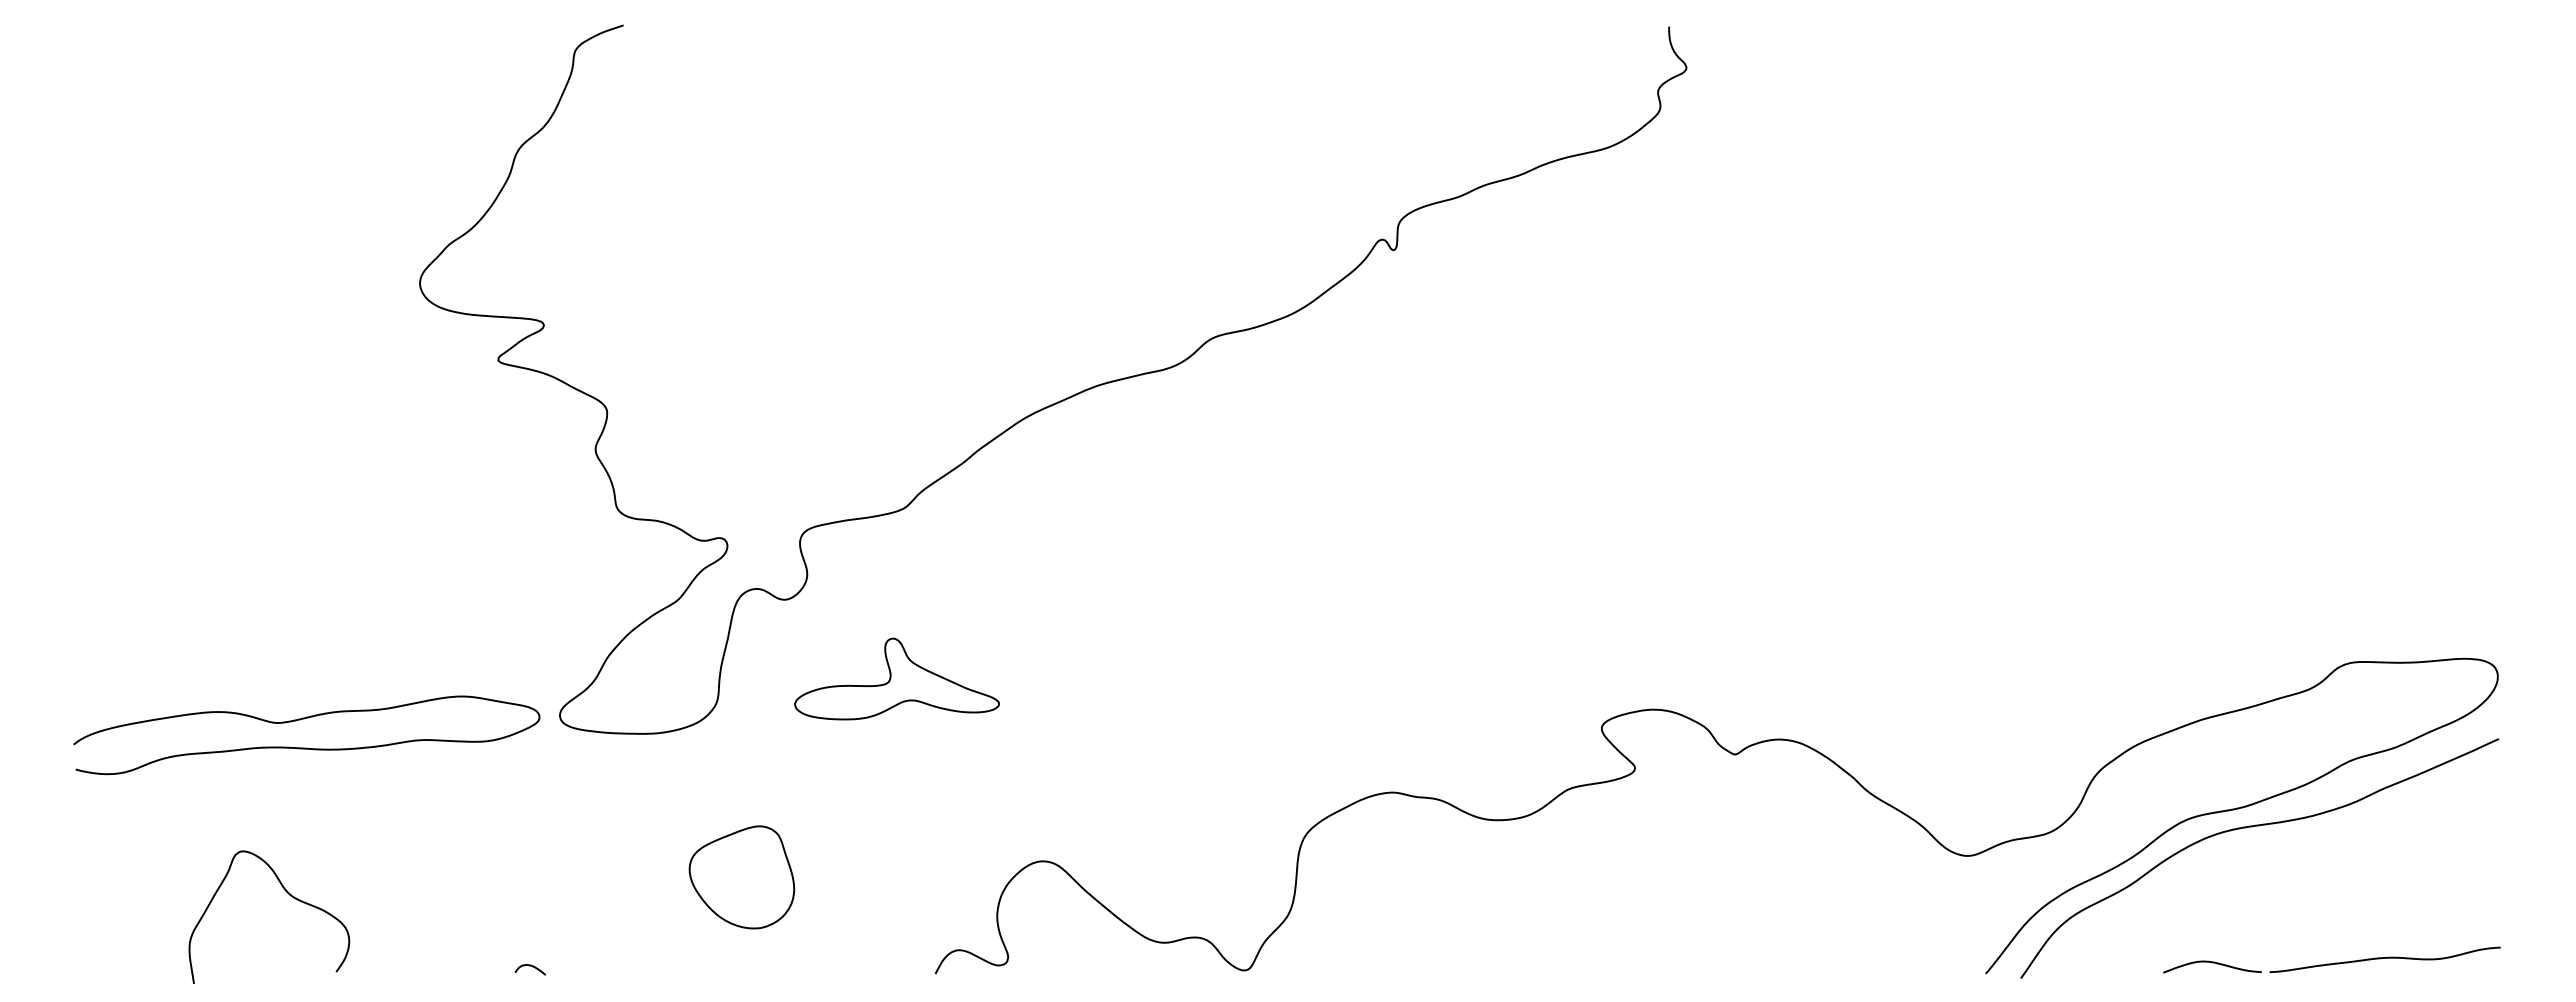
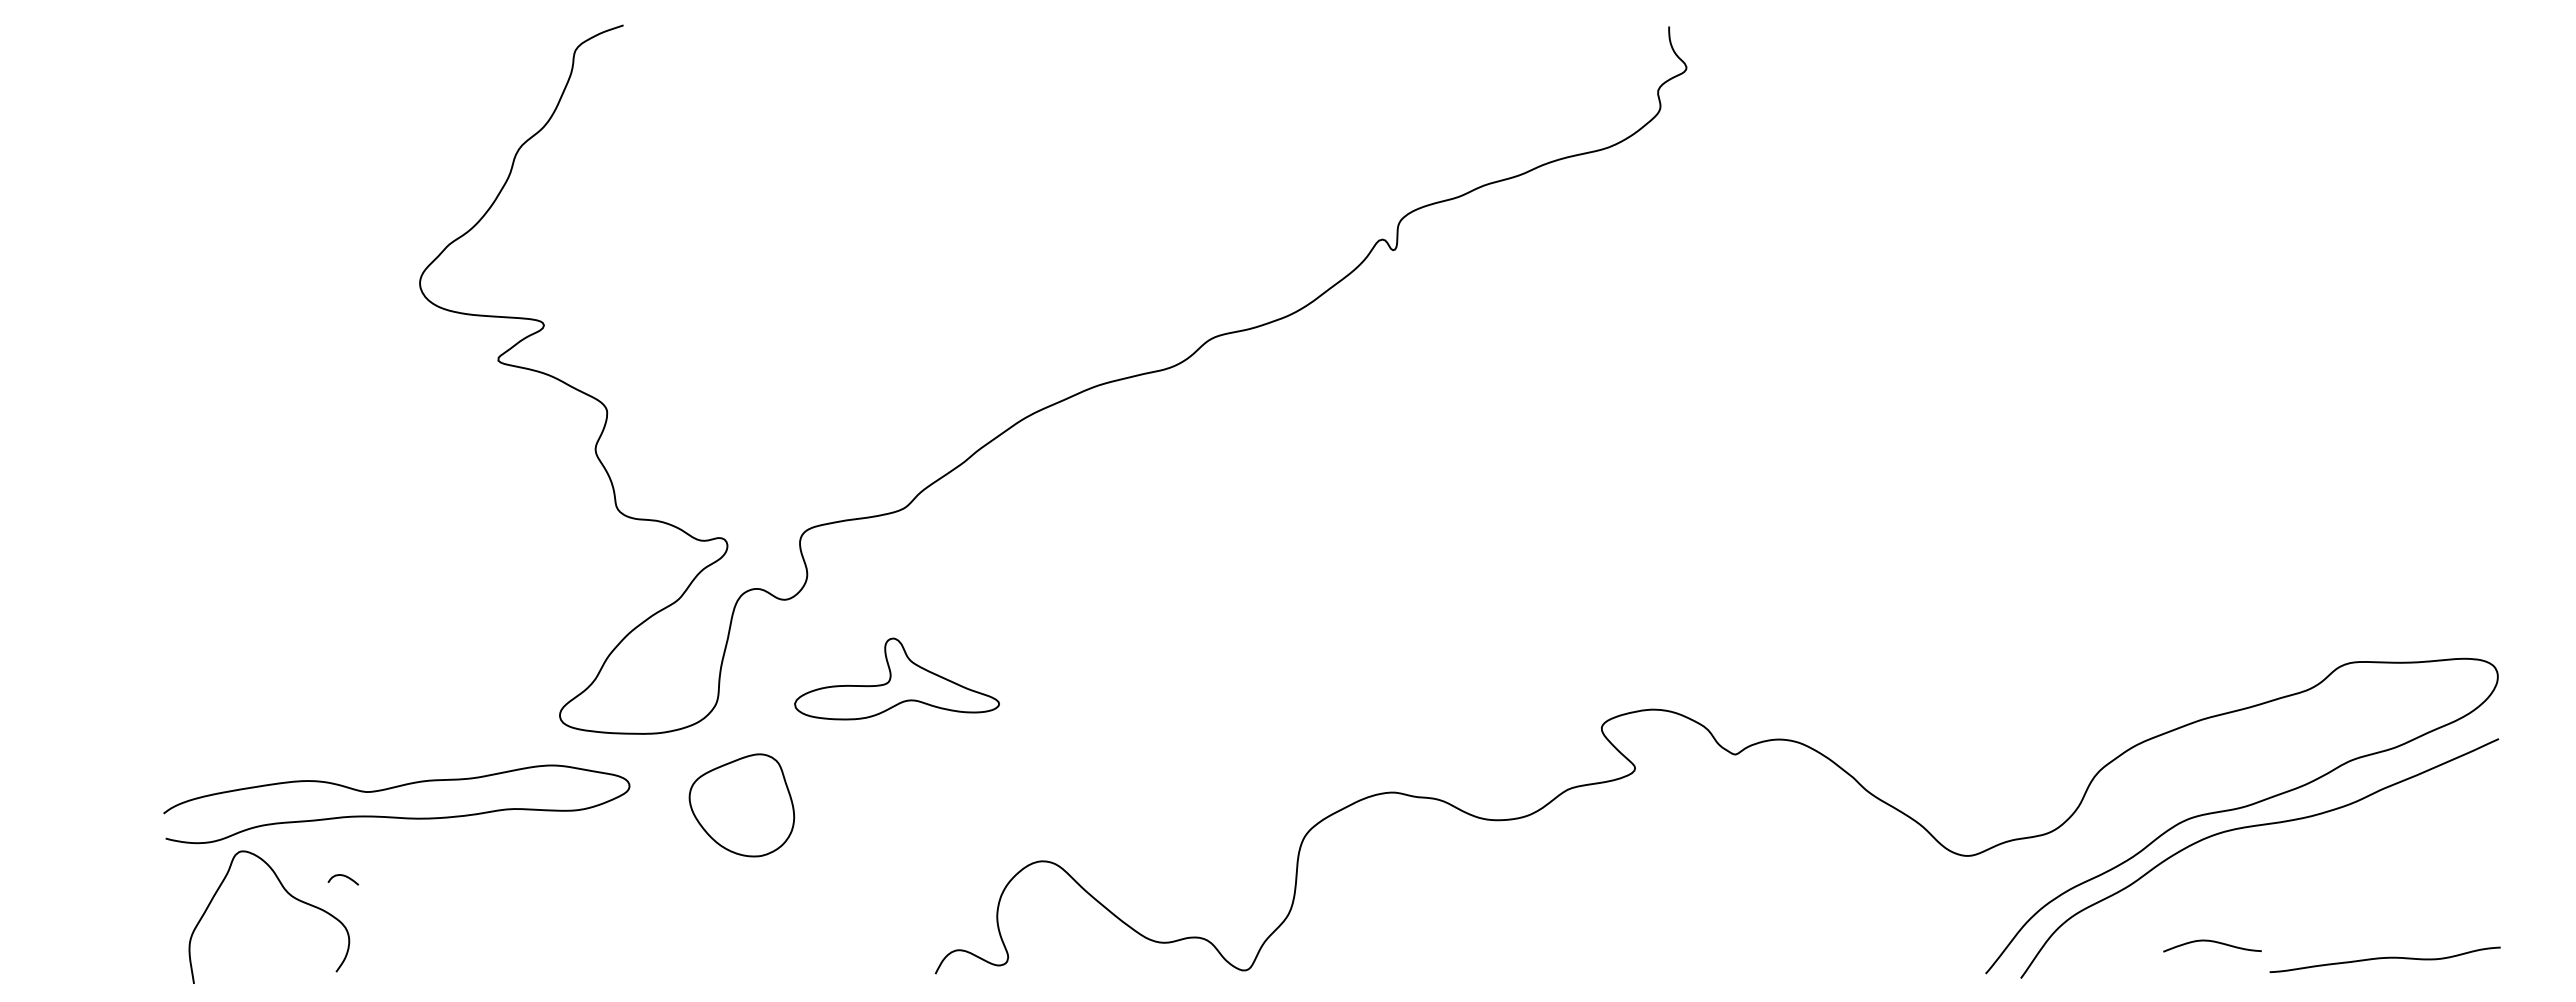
curve at (306, 747) position: (306, 747) -> (396, 816)
part at (741, 877) position: (741, 877) -> (741, 805)
curve at (2212, 963) position: (2212, 963) -> (2212, 942)
curve at (532, 967) position: (532, 967) -> (345, 877)
